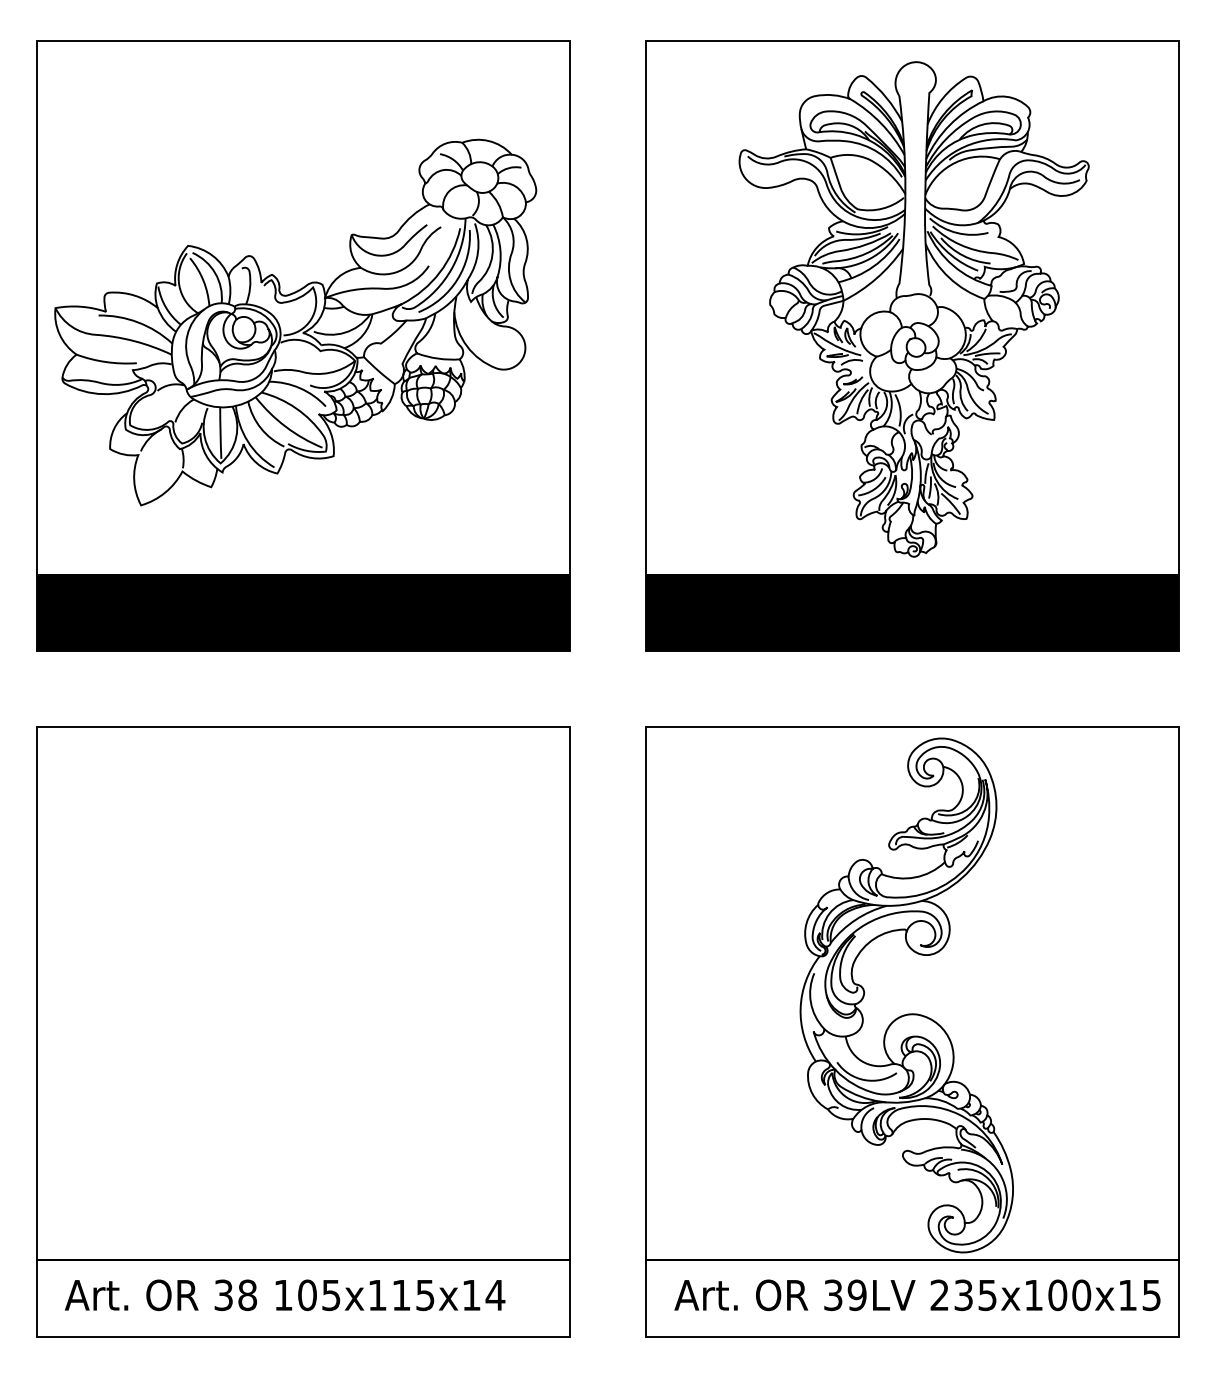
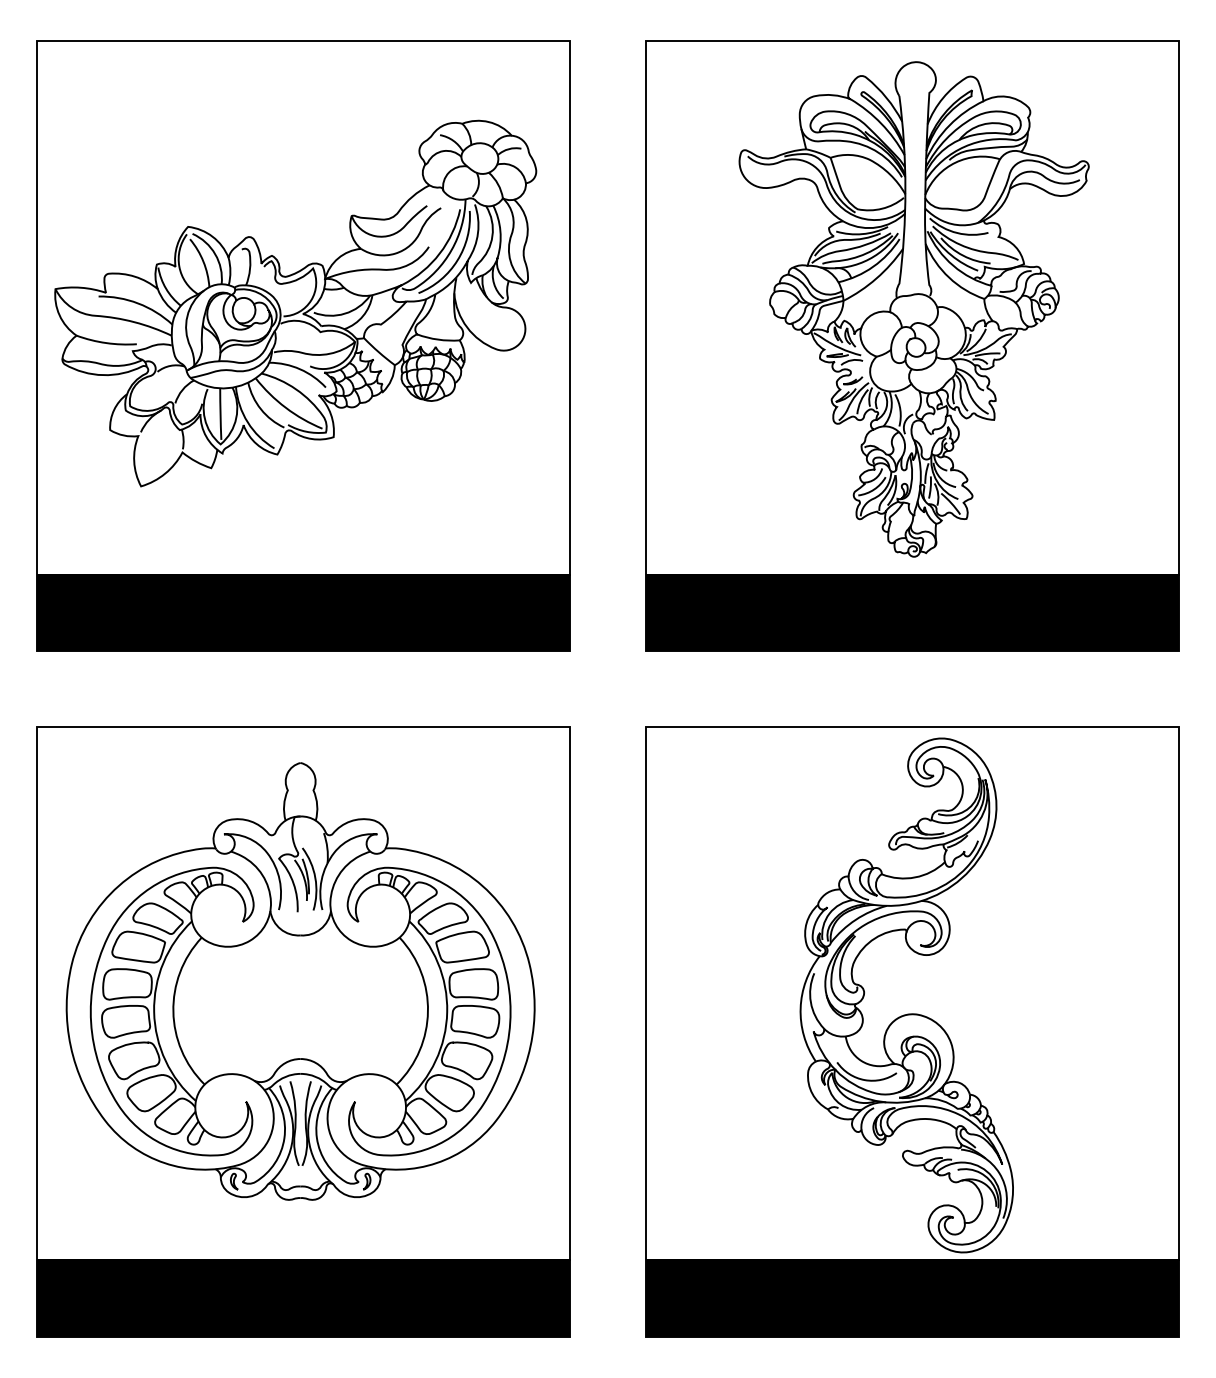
part at (295, 322) position: (295, 322) -> (295, 303)
part at (300, 981): none -> present
fill at (302, 1298): none -> present
fill at (912, 1298): none -> present
